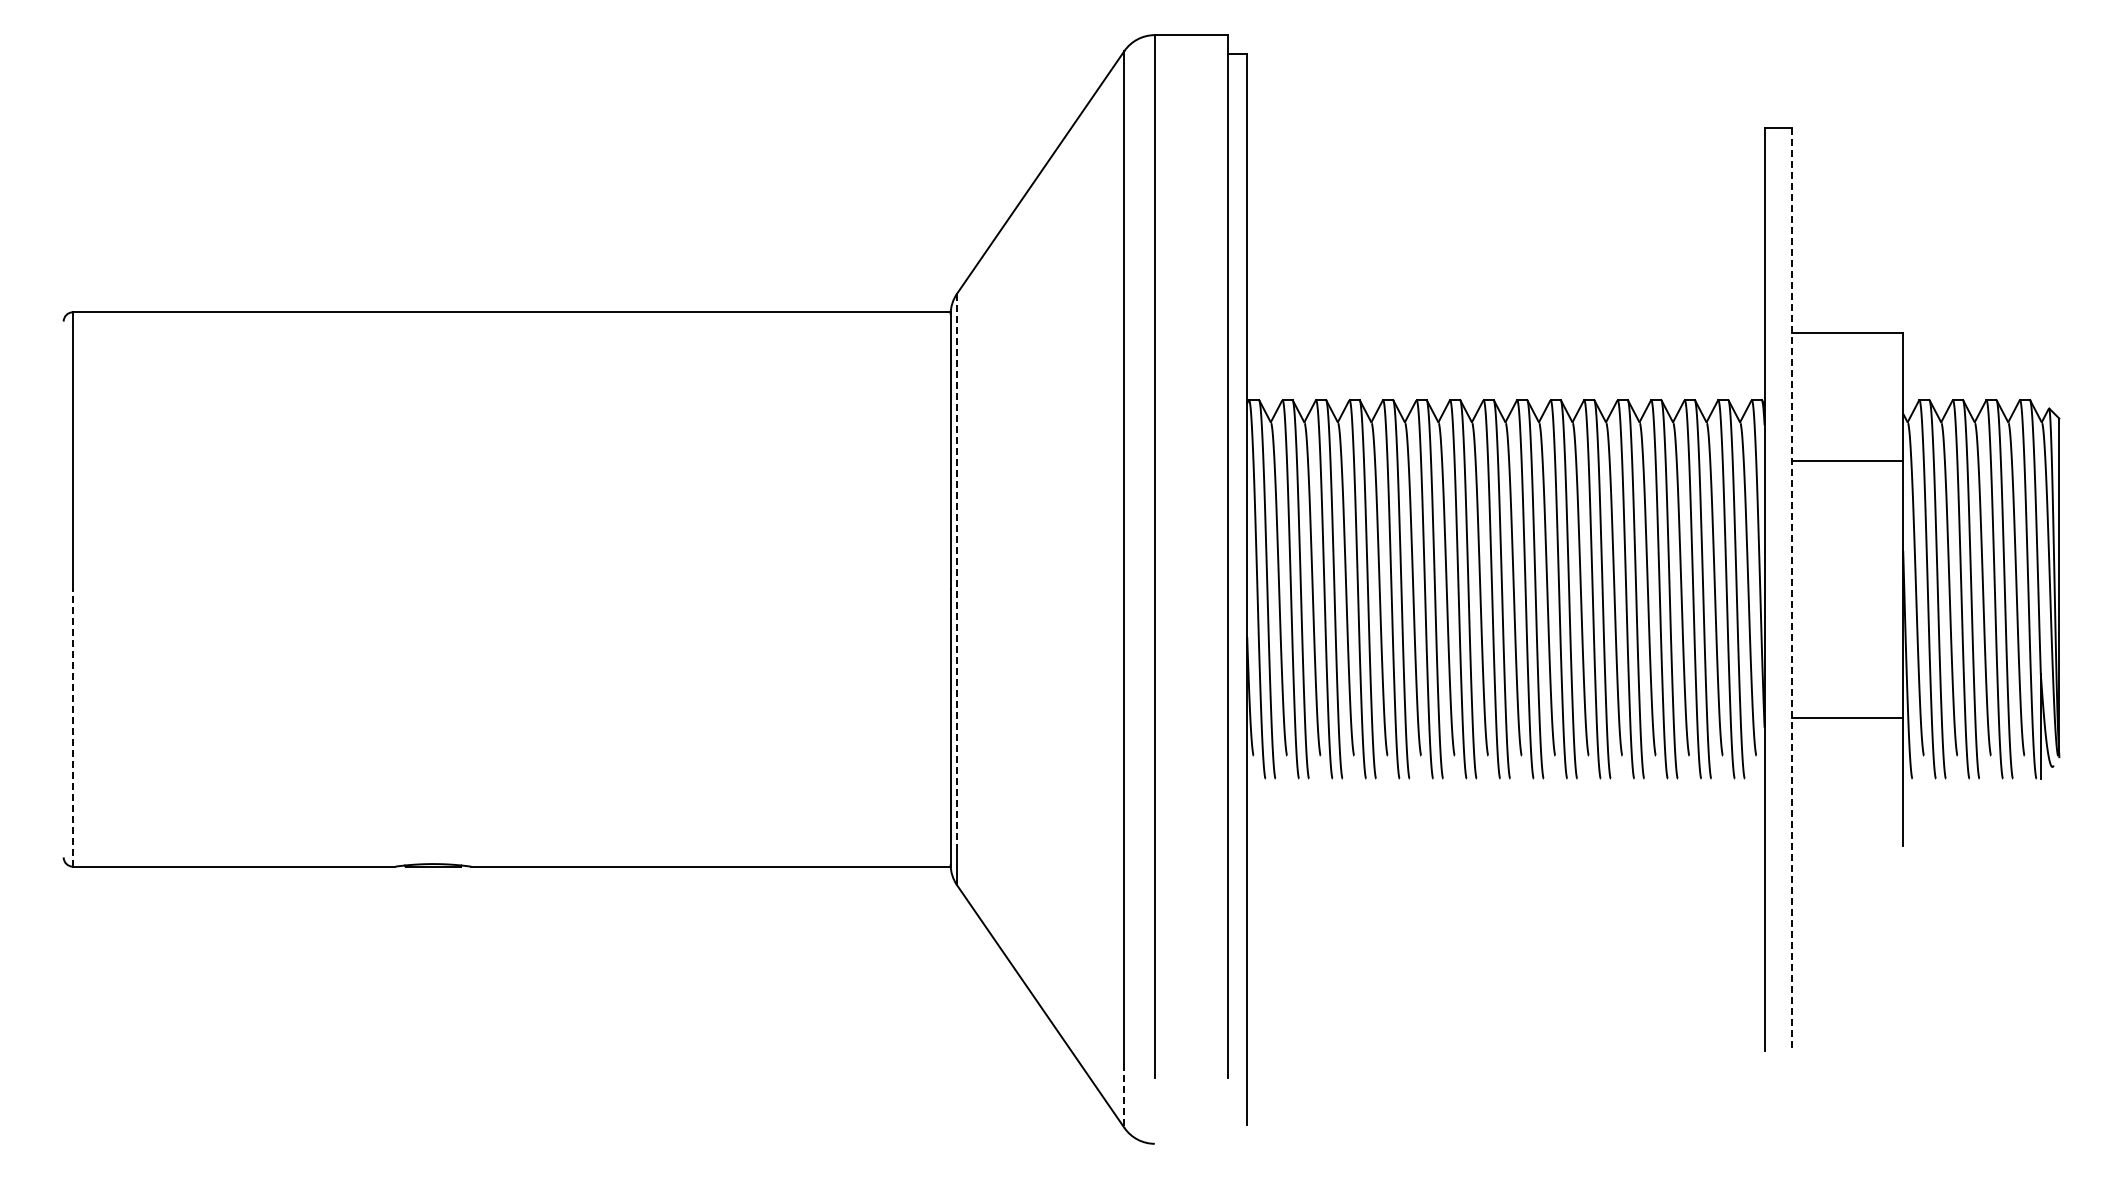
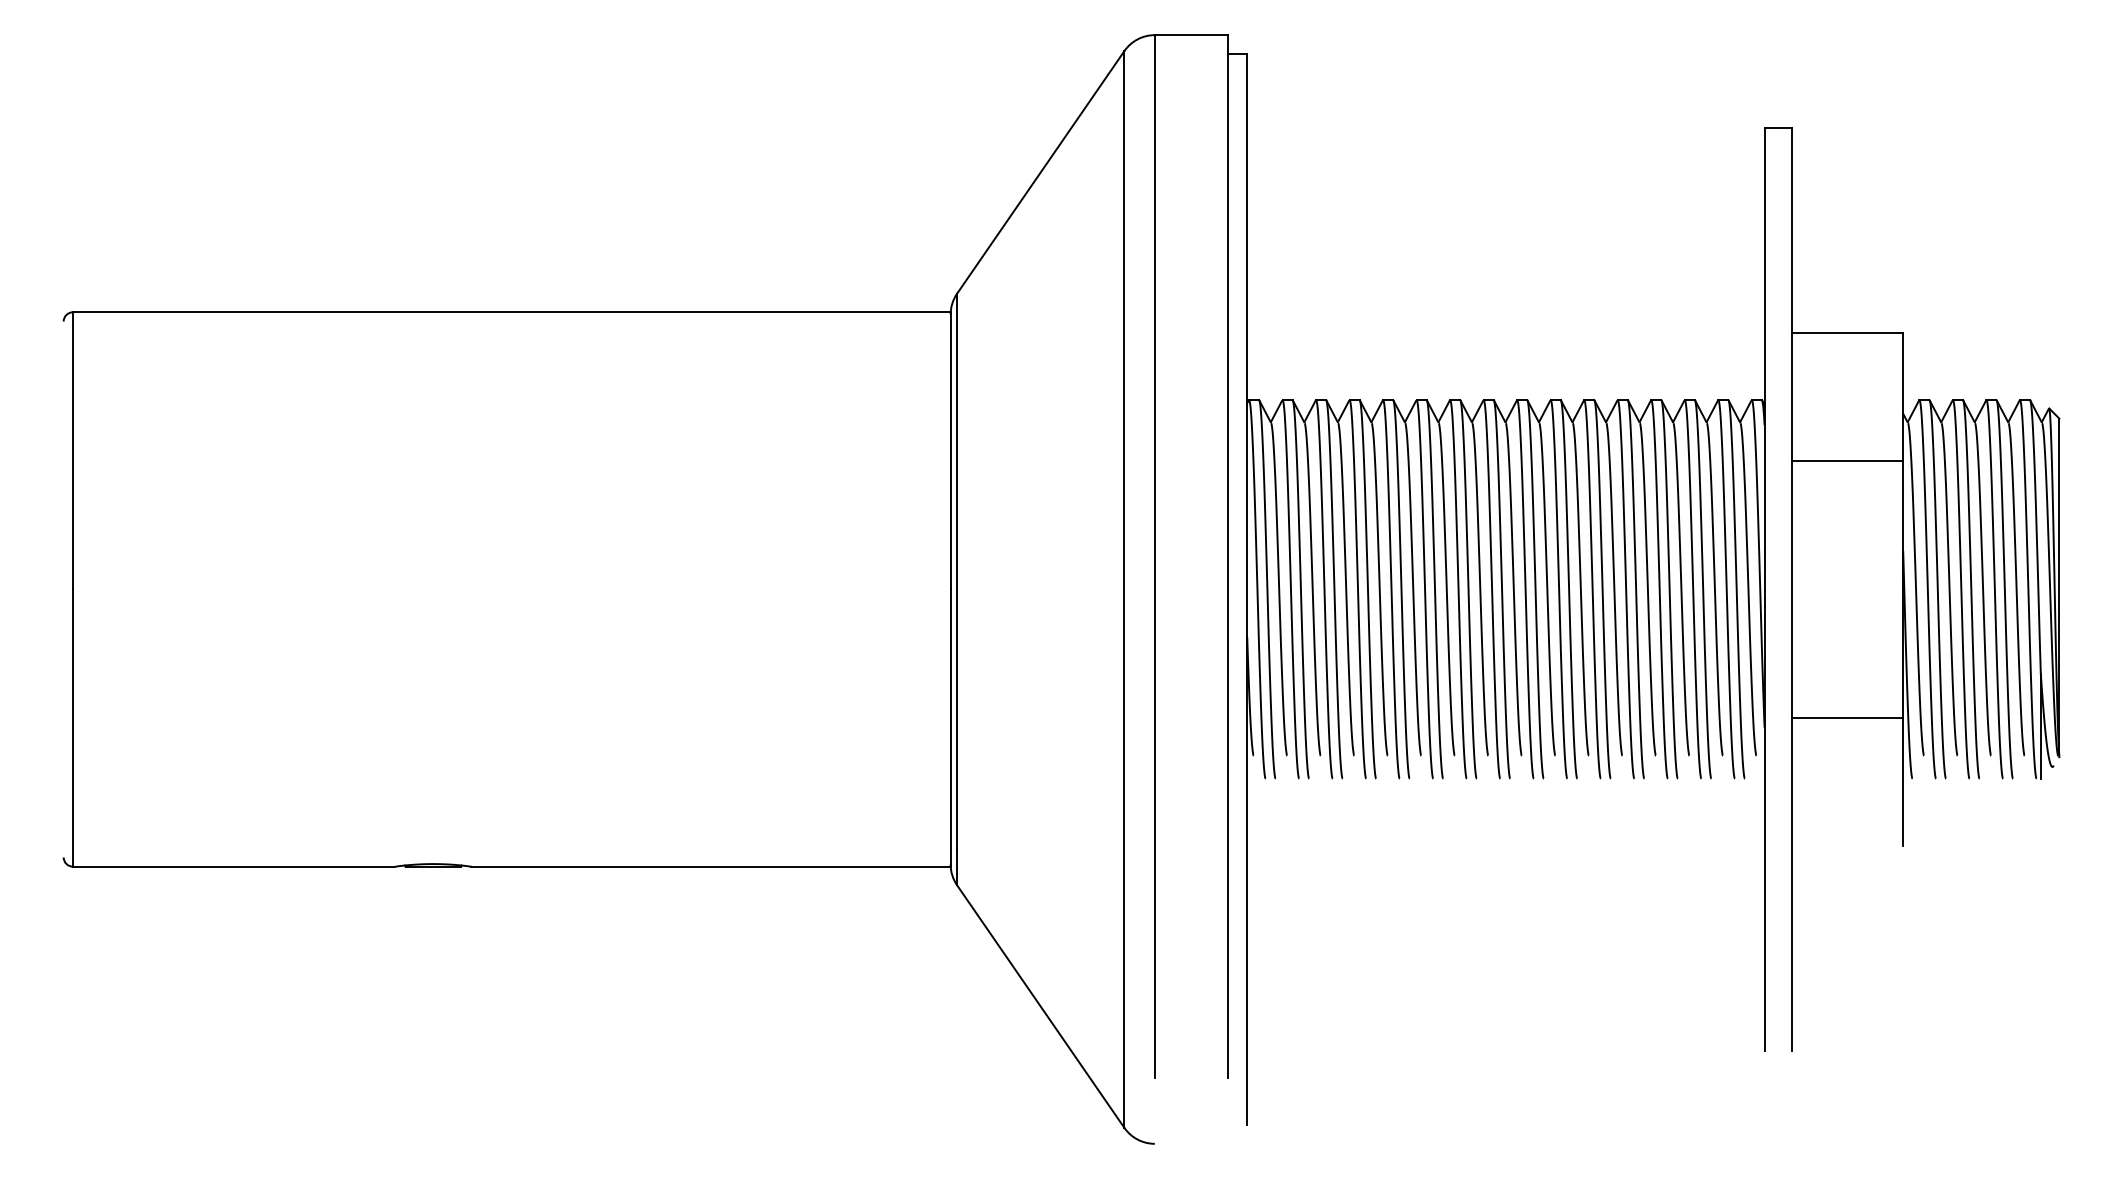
line at (957, 572): dashed -> solid
line at (1792, 589): dashed -> solid
line at (72, 728): dashed -> solid
line at (1124, 1096): dashed -> solid
